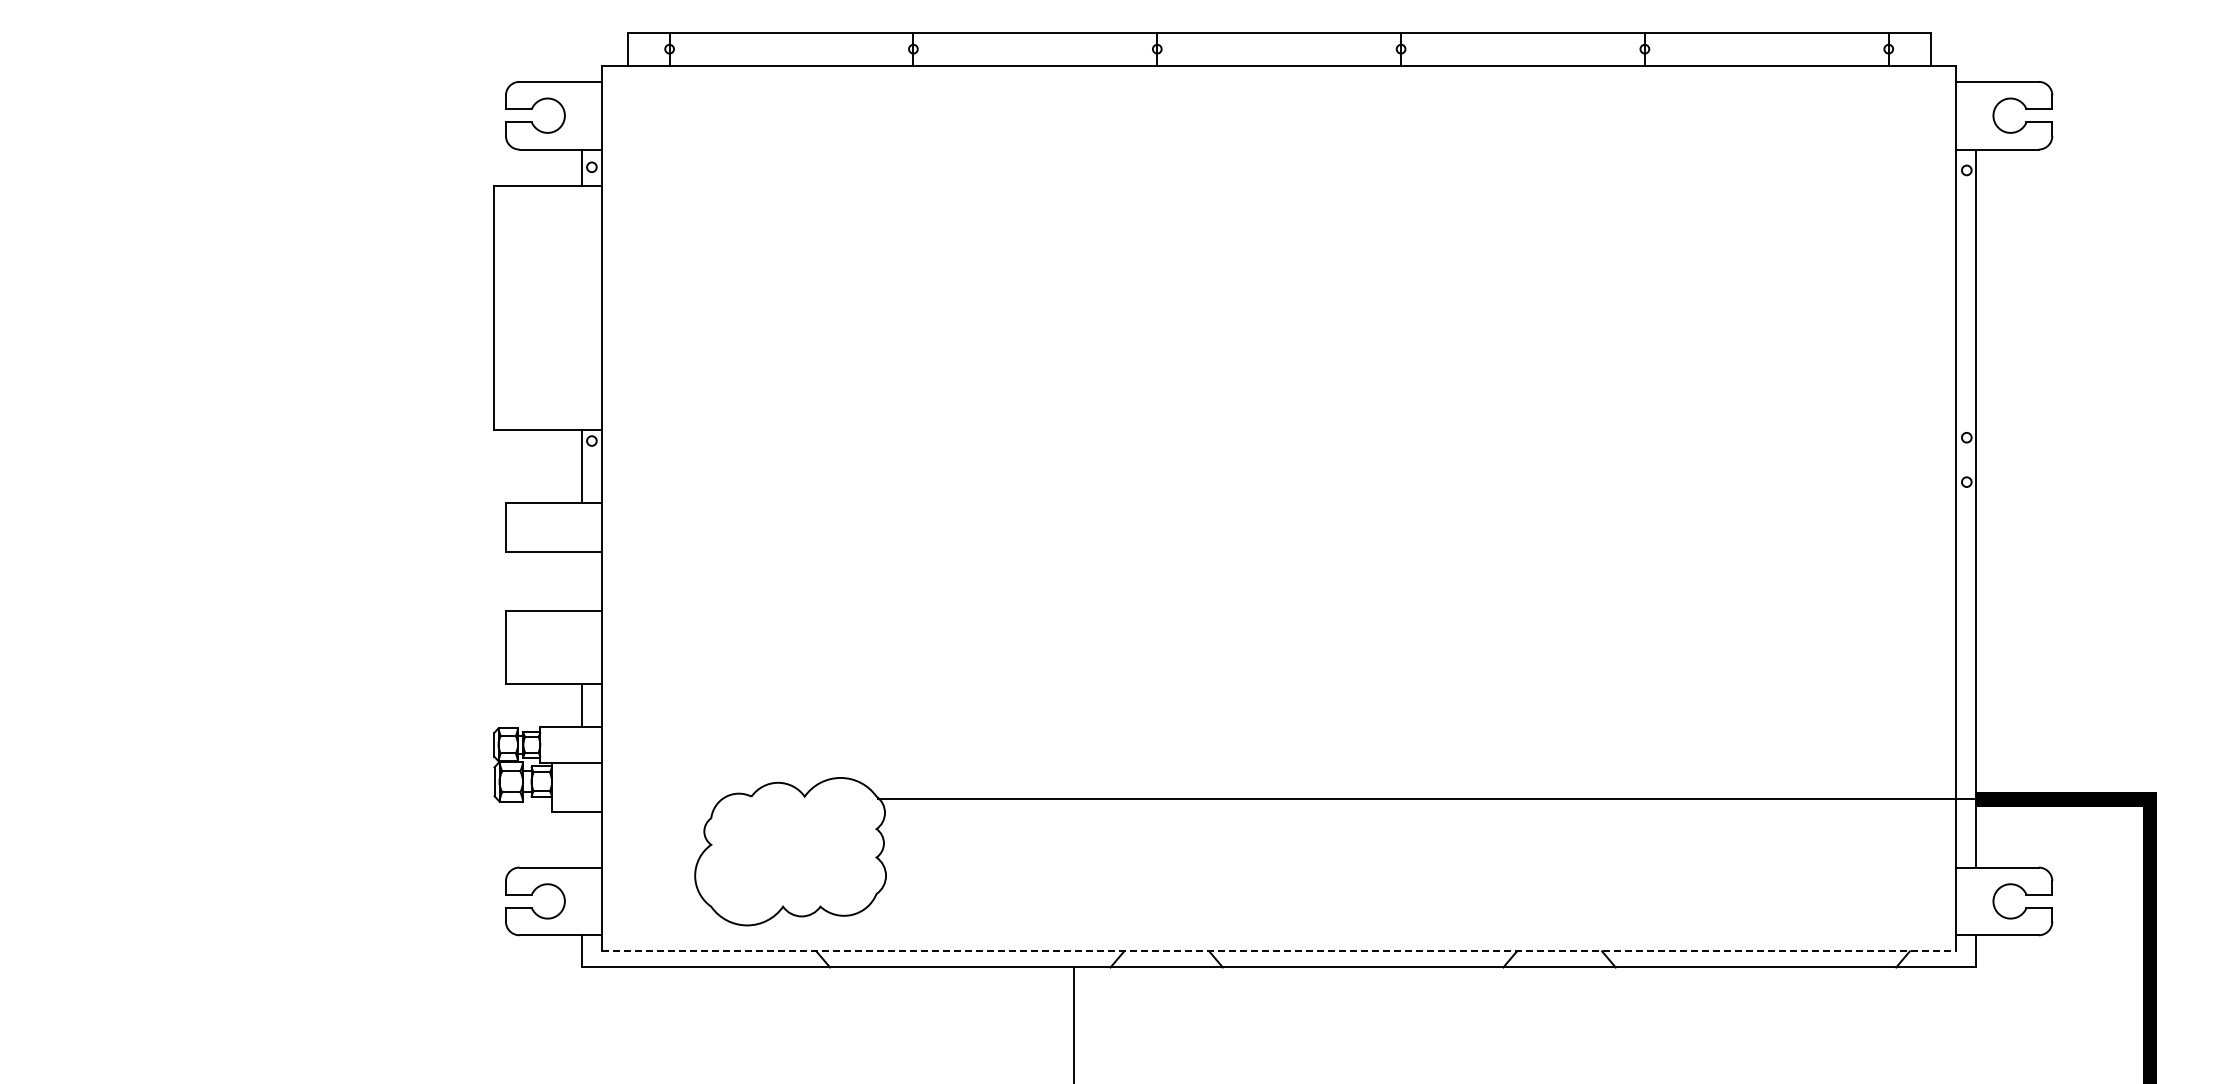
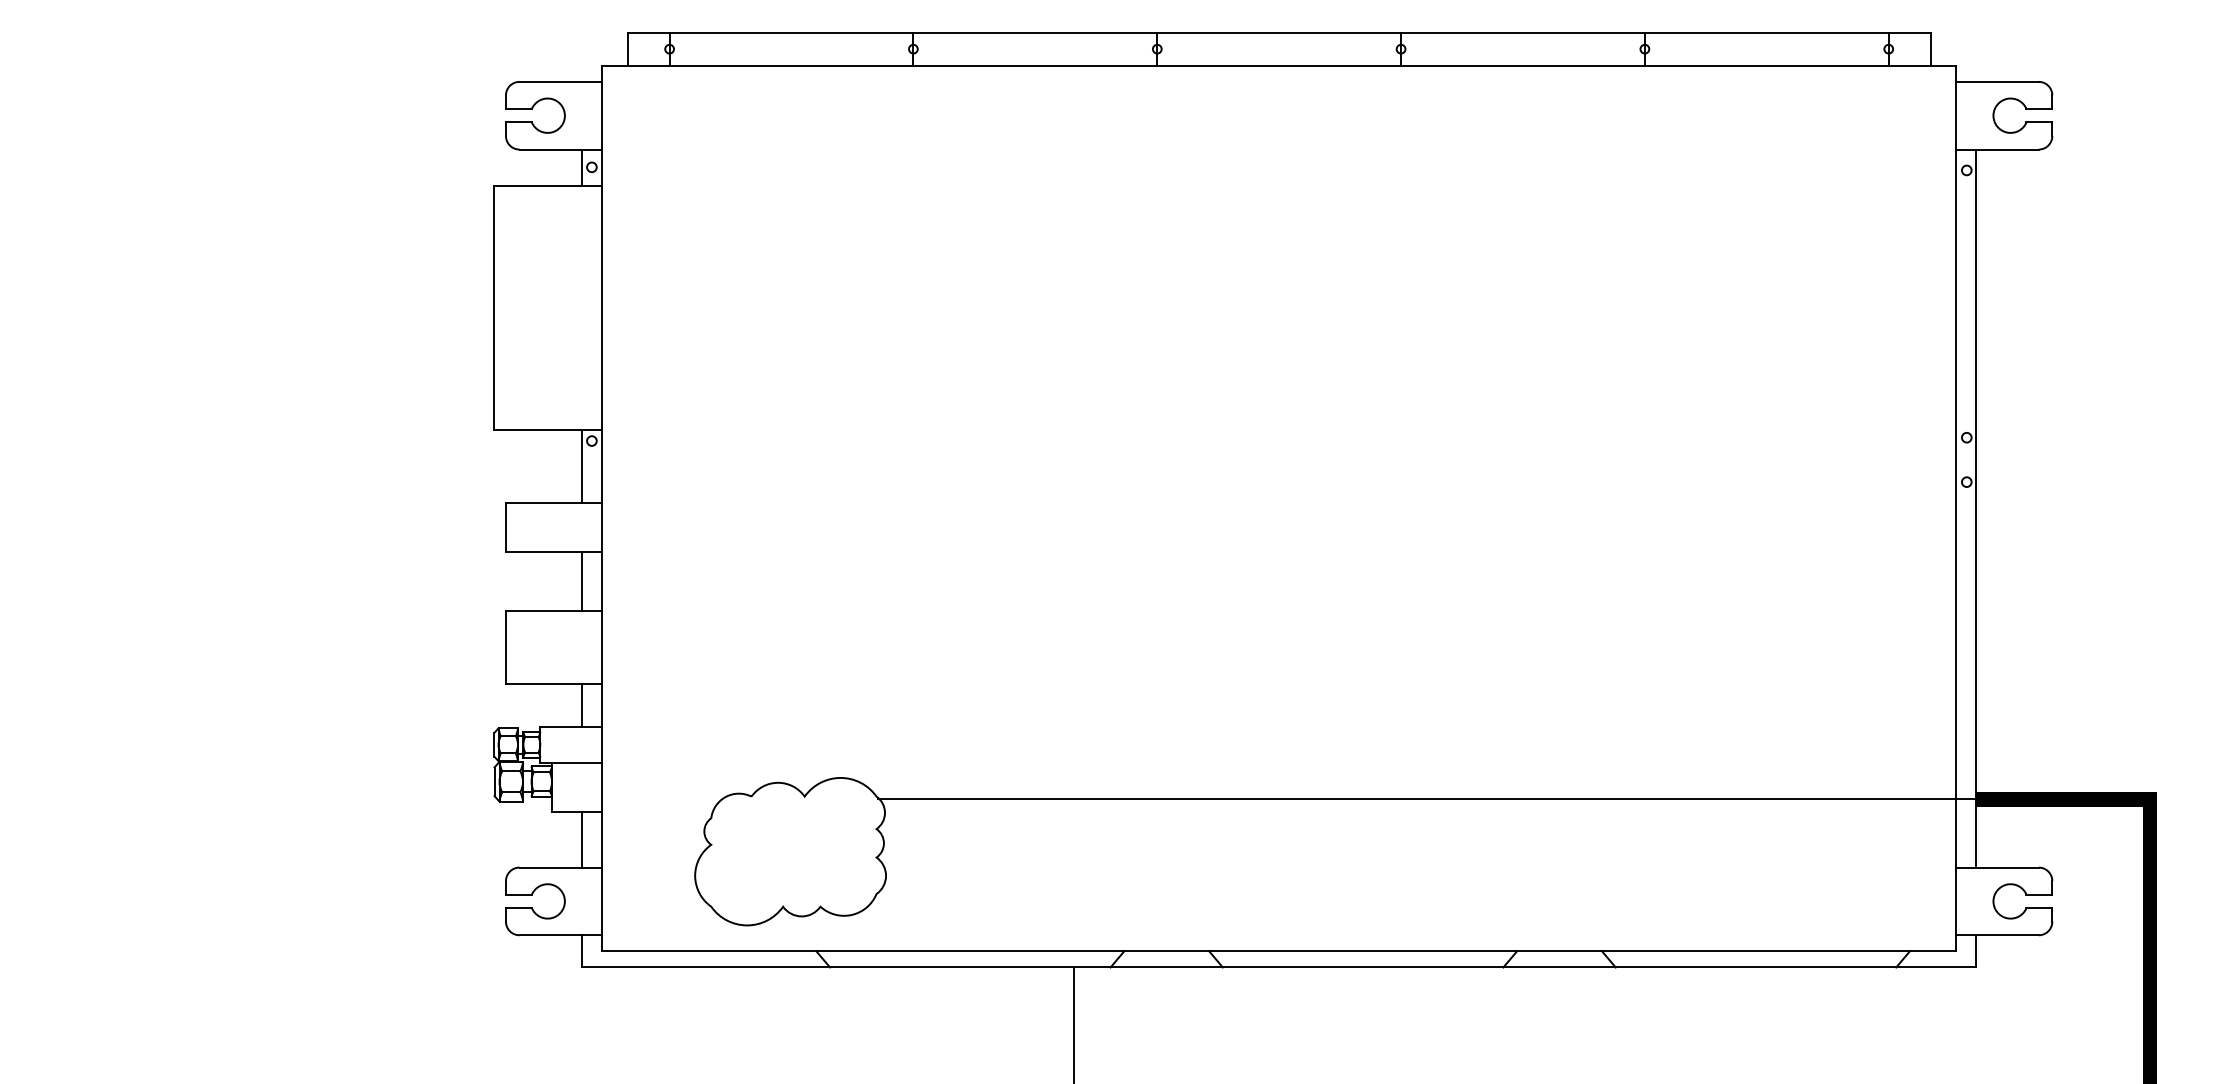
line at (581, 580): none -> present
line at (581, 839): none -> present
line at (1279, 951): dashed -> solid
